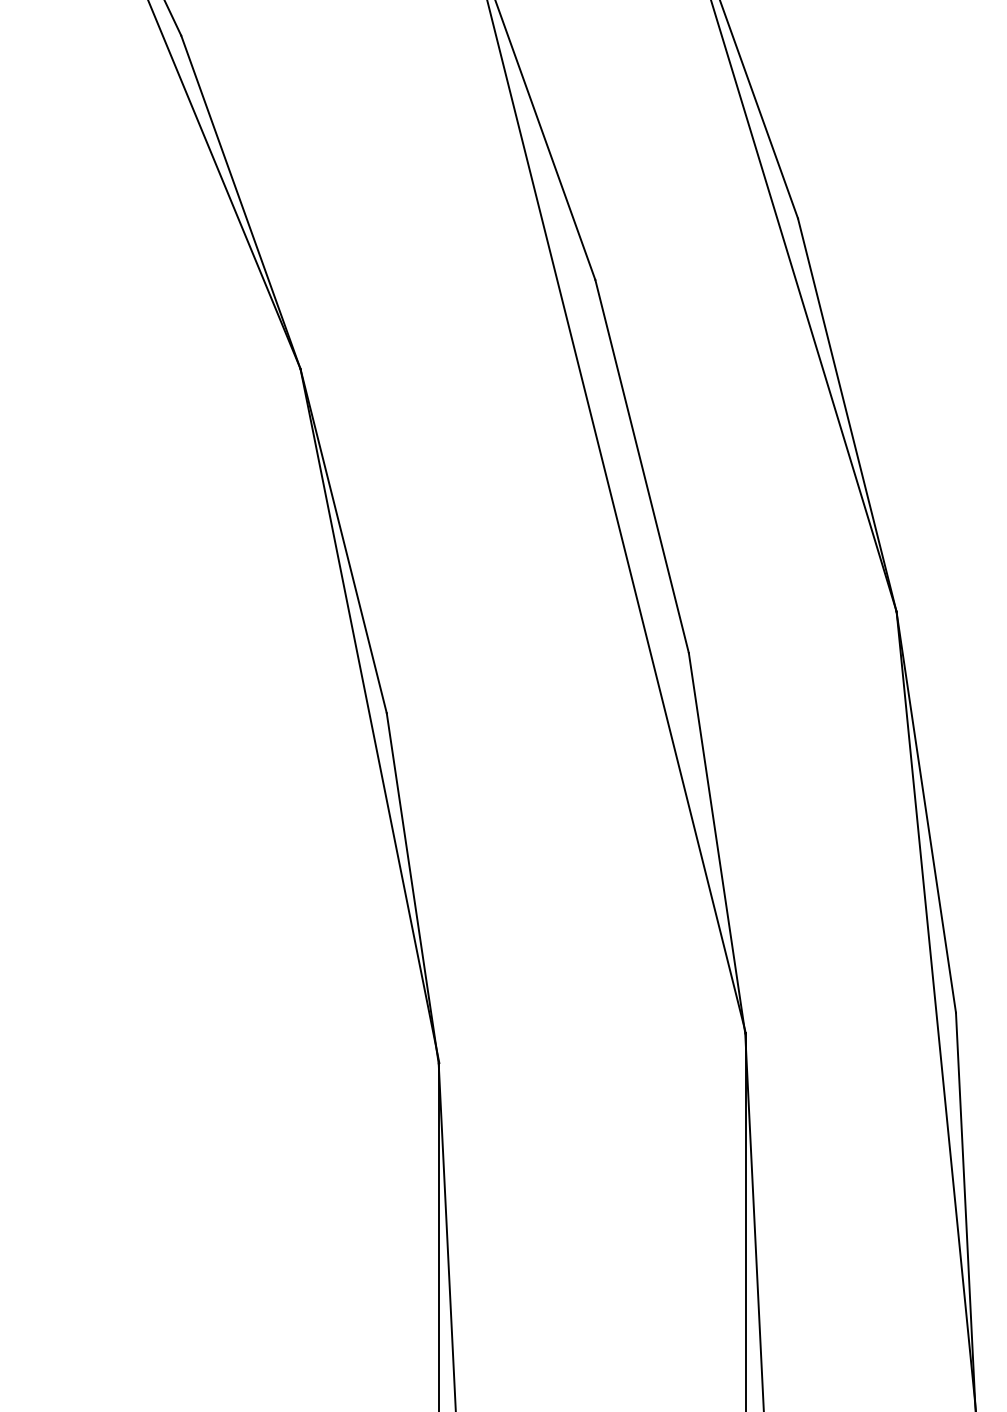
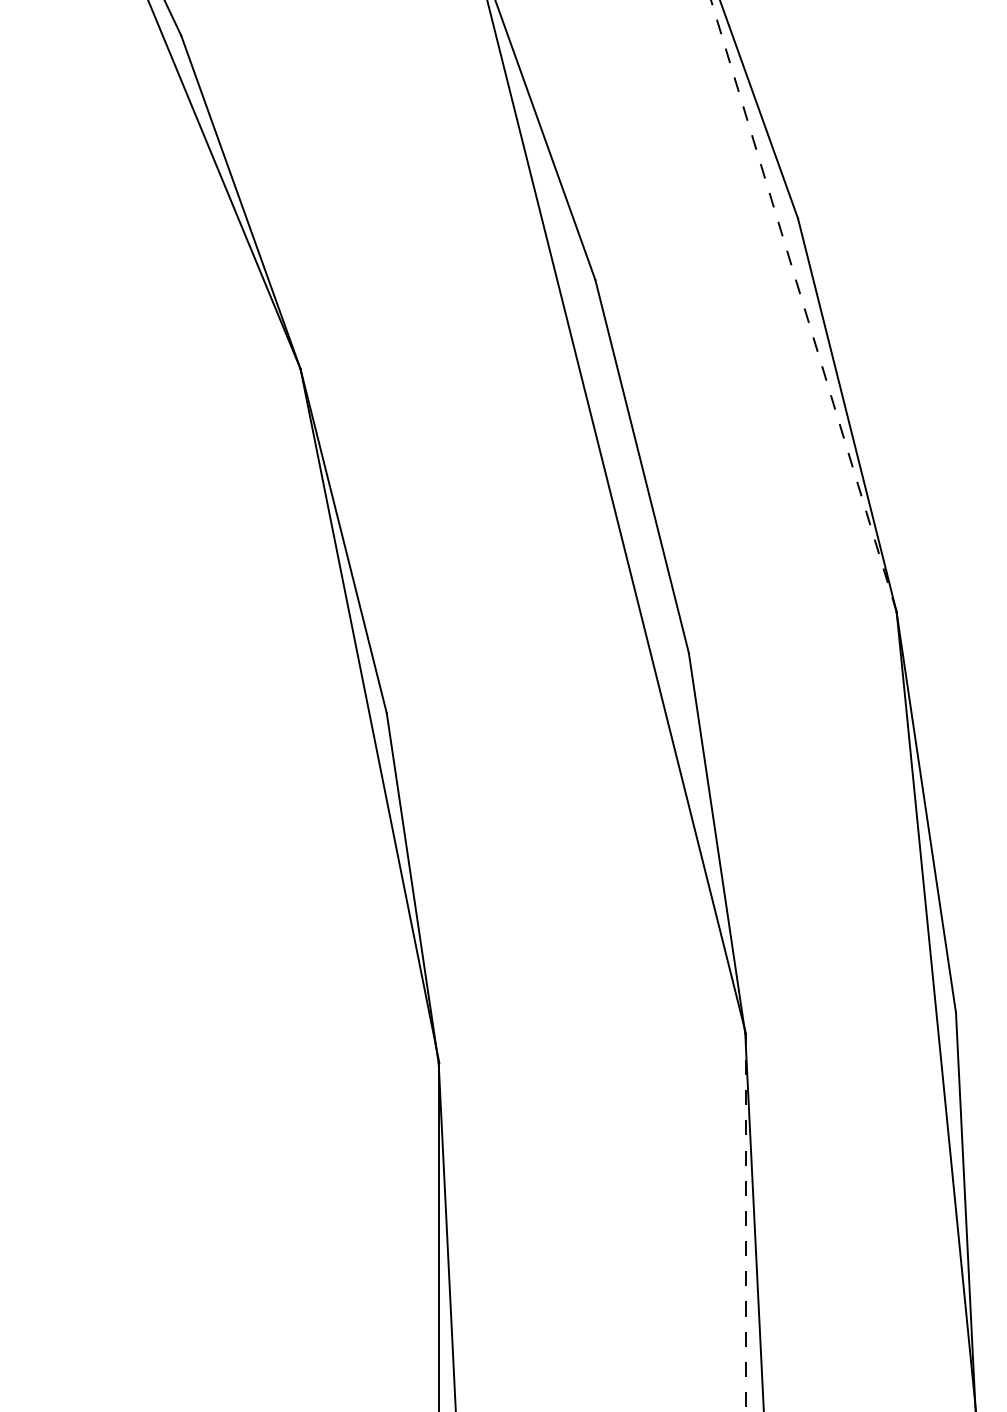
line at (803, 305): solid -> dashed
line at (745, 1221): solid -> dashed
